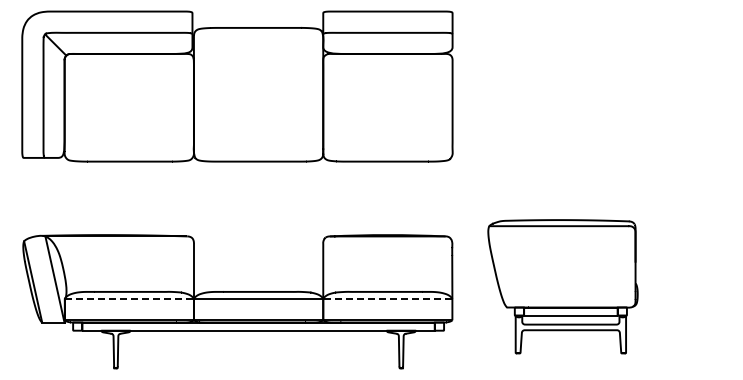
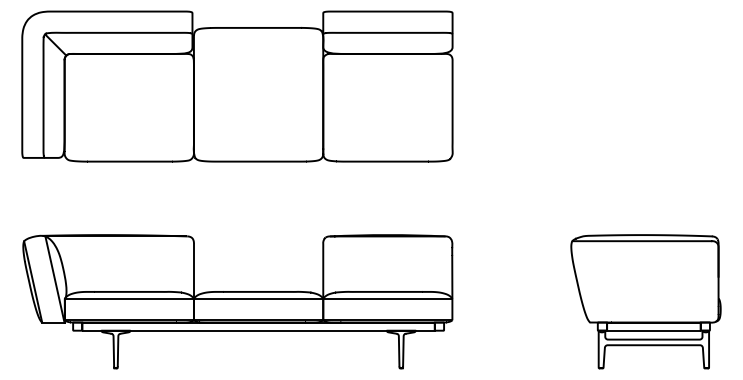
part at (562, 286) position: (562, 286) -> (645, 301)
line at (129, 298): dashed -> solid
line at (387, 298): dashed -> solid
